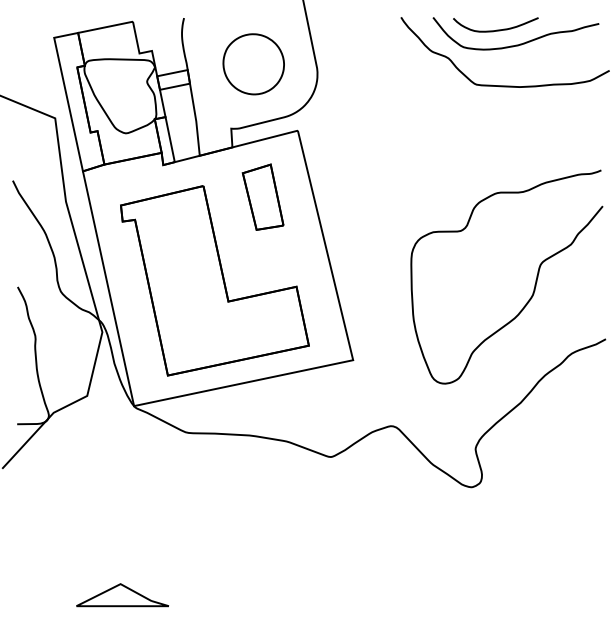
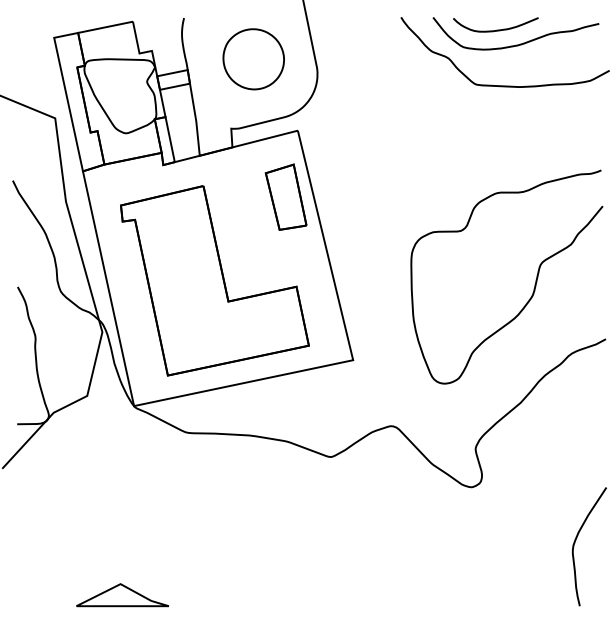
part at (253, 64) position: (253, 64) -> (253, 59)
part at (262, 196) position: (262, 196) -> (285, 196)
curve at (575, 543): none -> present
